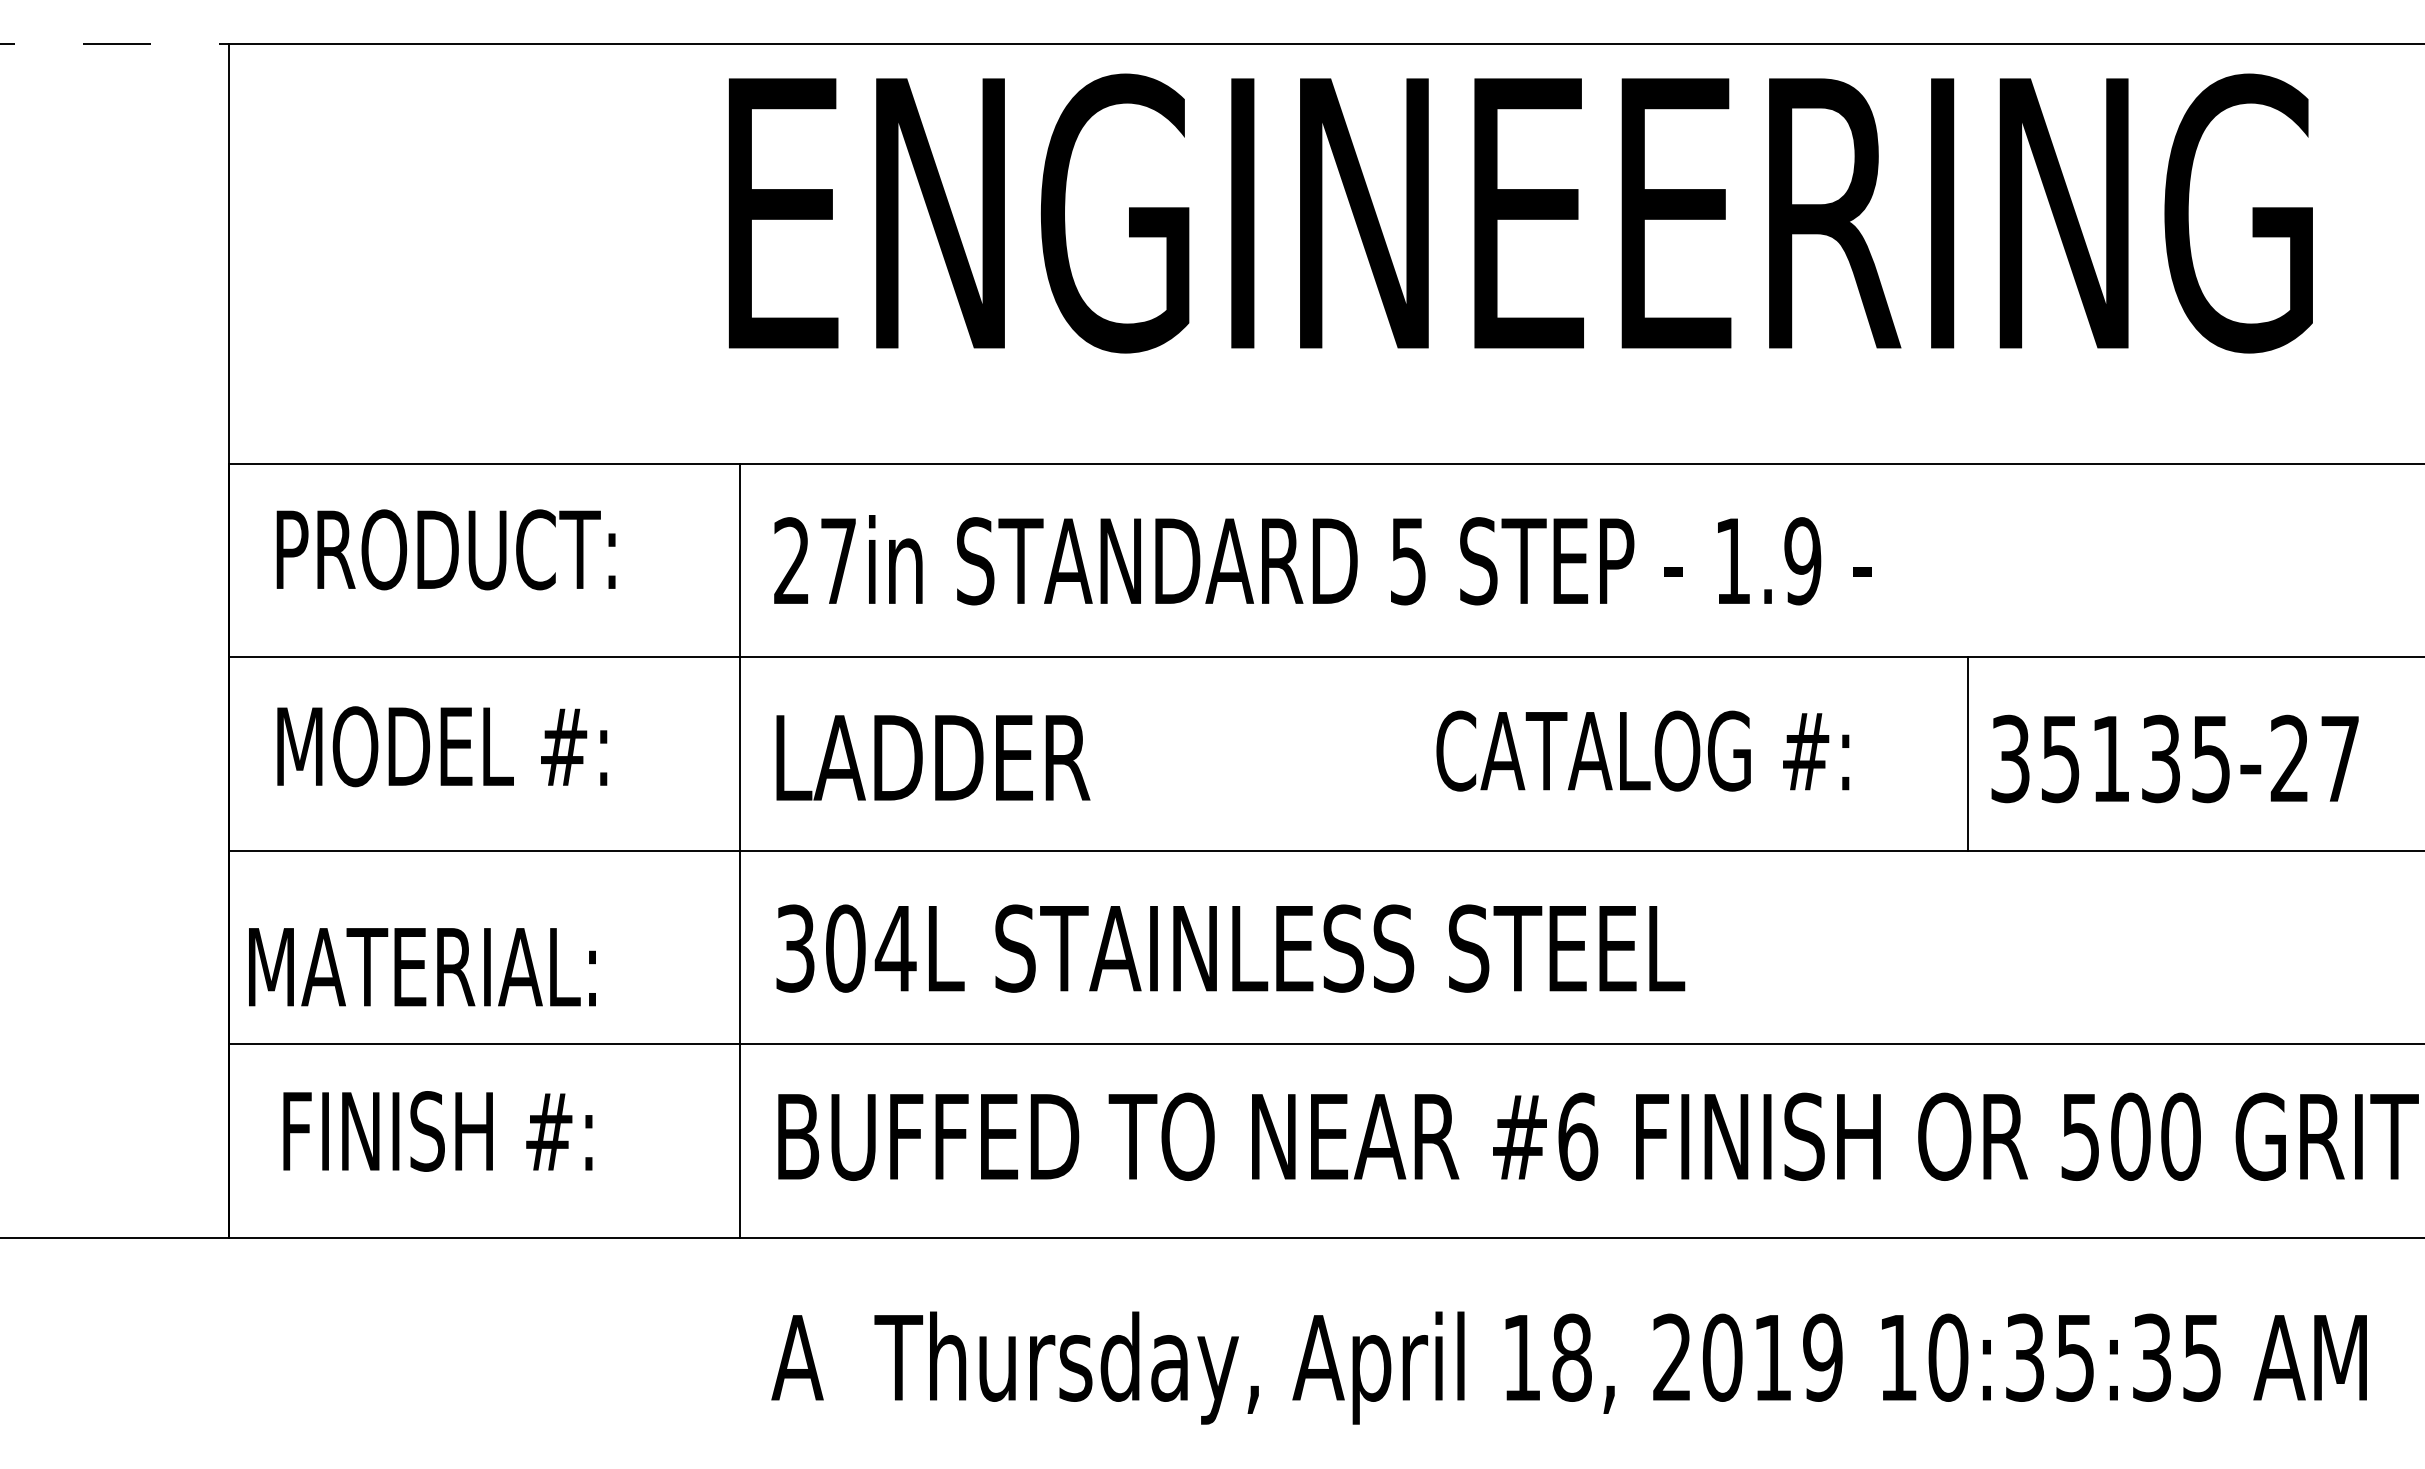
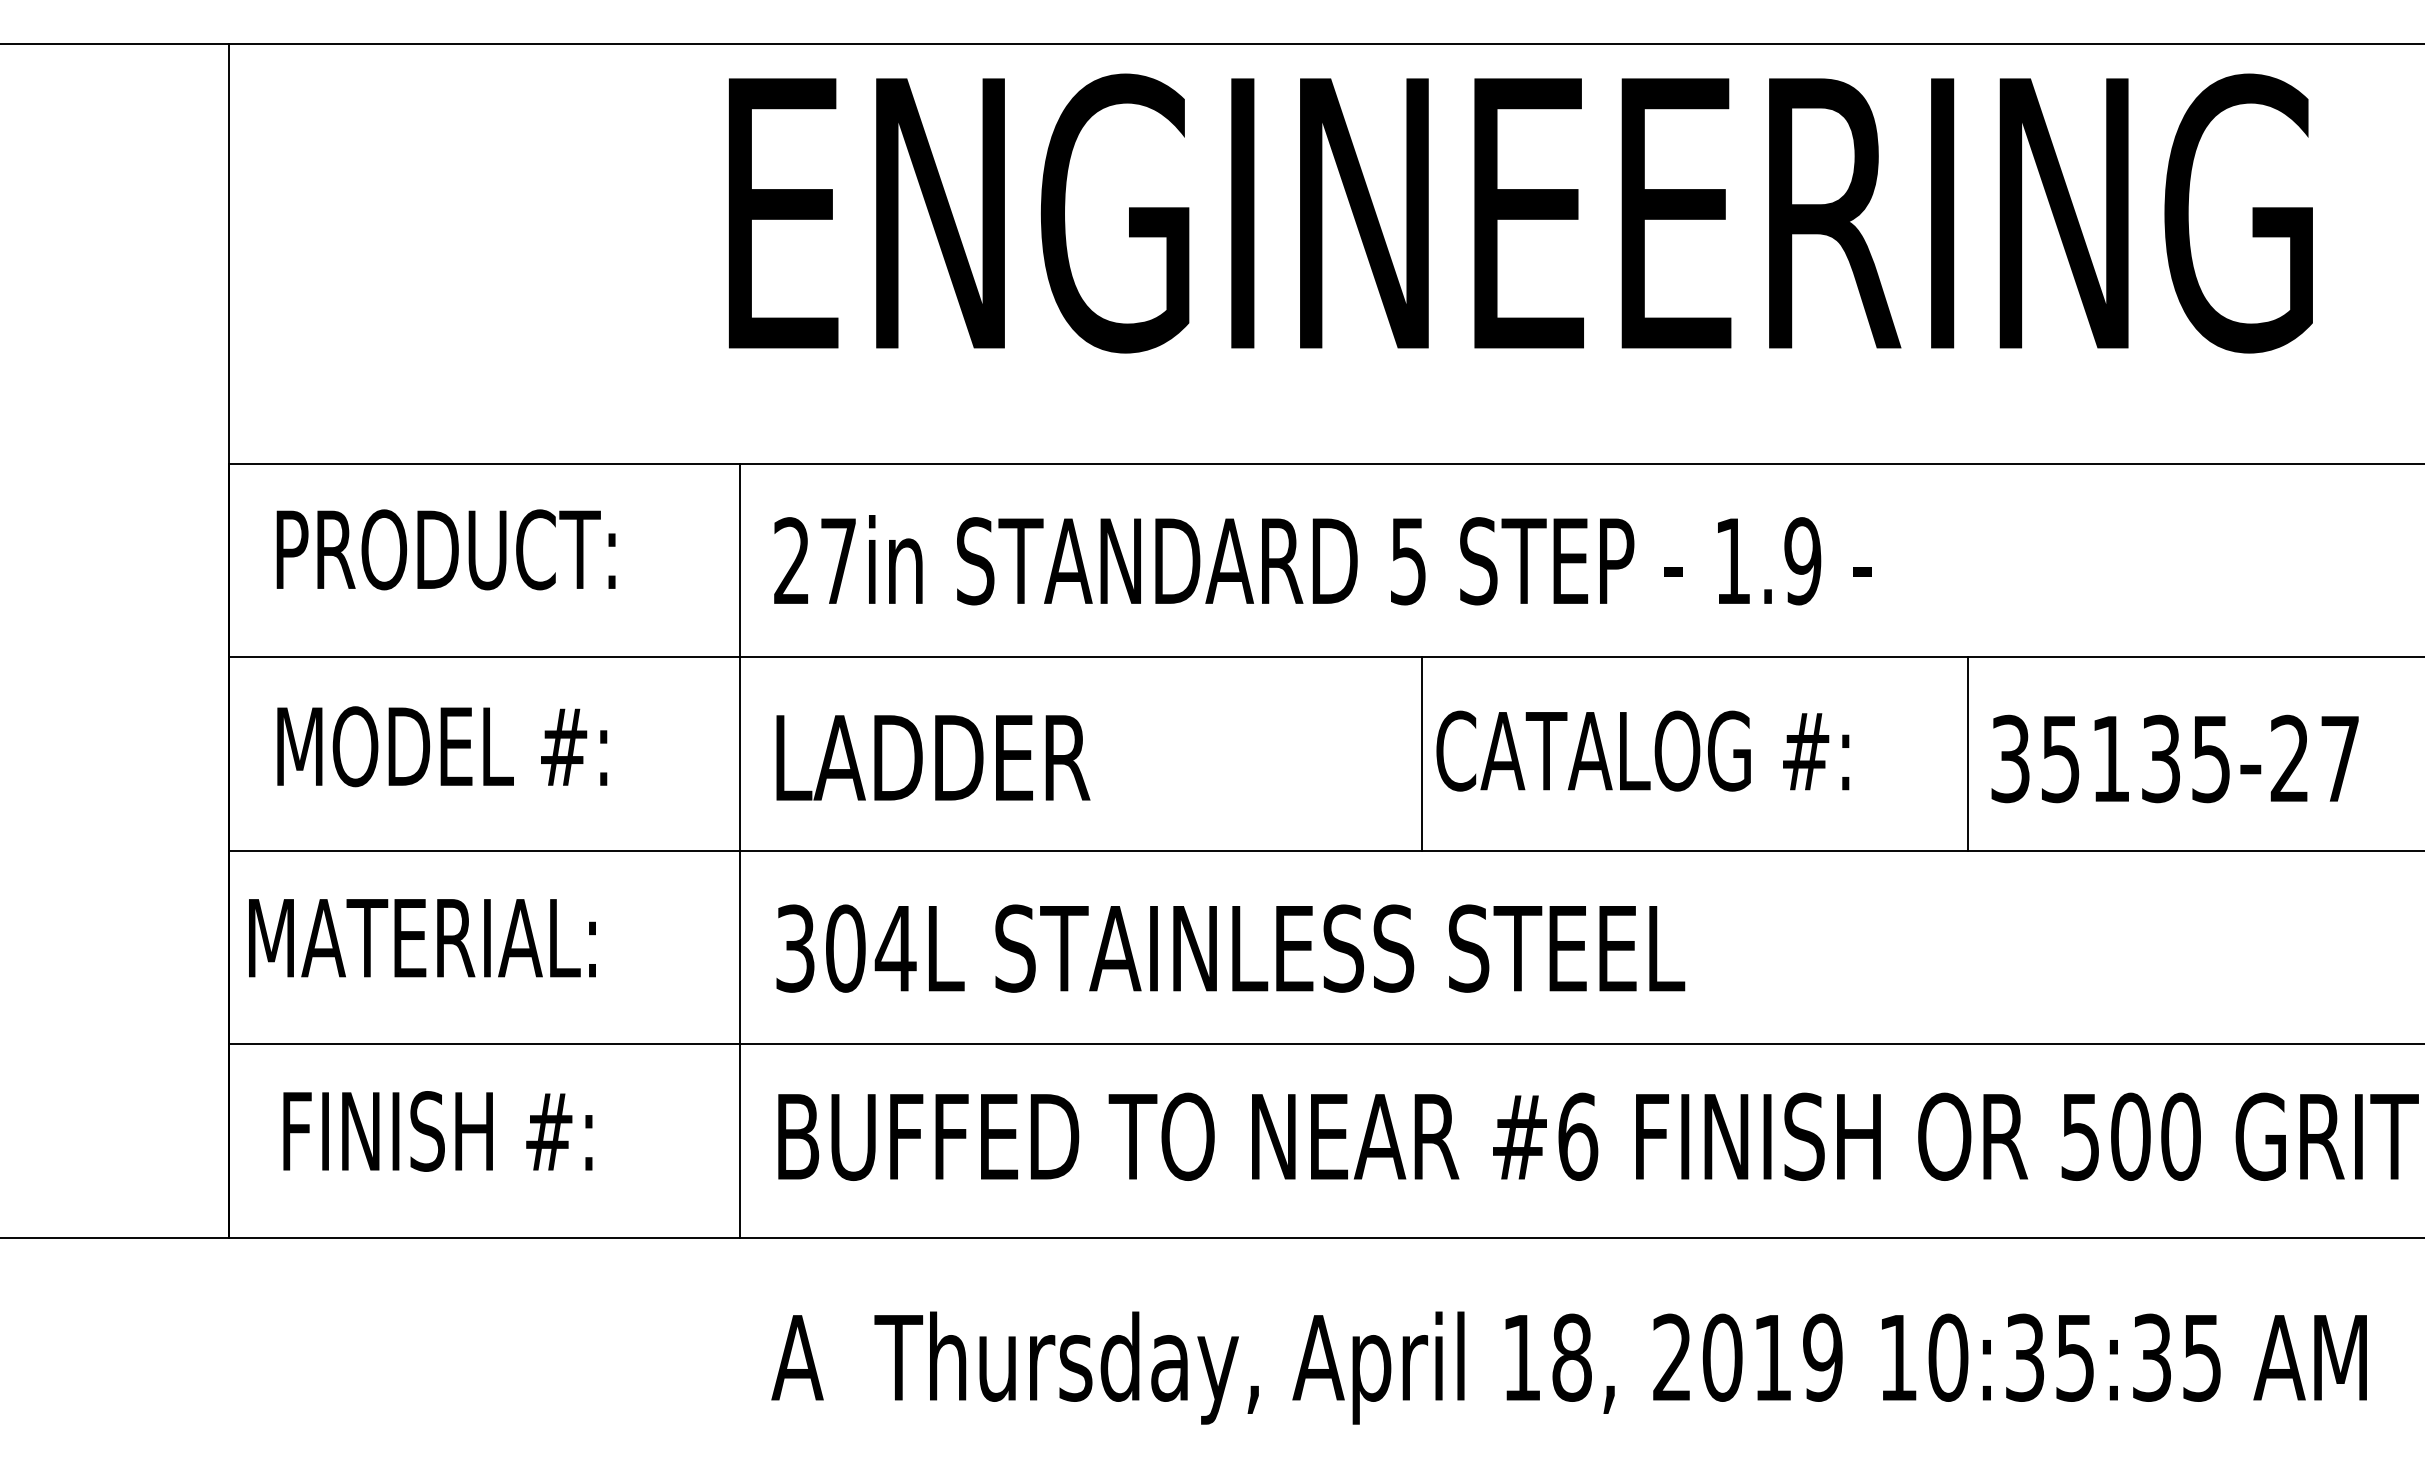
line at (114, 44): dashed -> solid
line at (1422, 753): none -> present
text at (422, 967) position: (422, 967) -> (422, 938)
